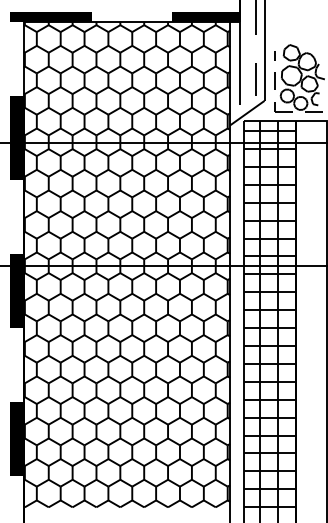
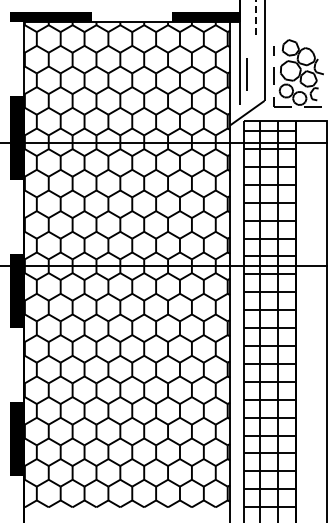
line at (256, 17): solid -> dashed
part at (299, 78) position: (299, 78) -> (298, 73)
line at (255, 79) position: (255, 79) -> (246, 74)
